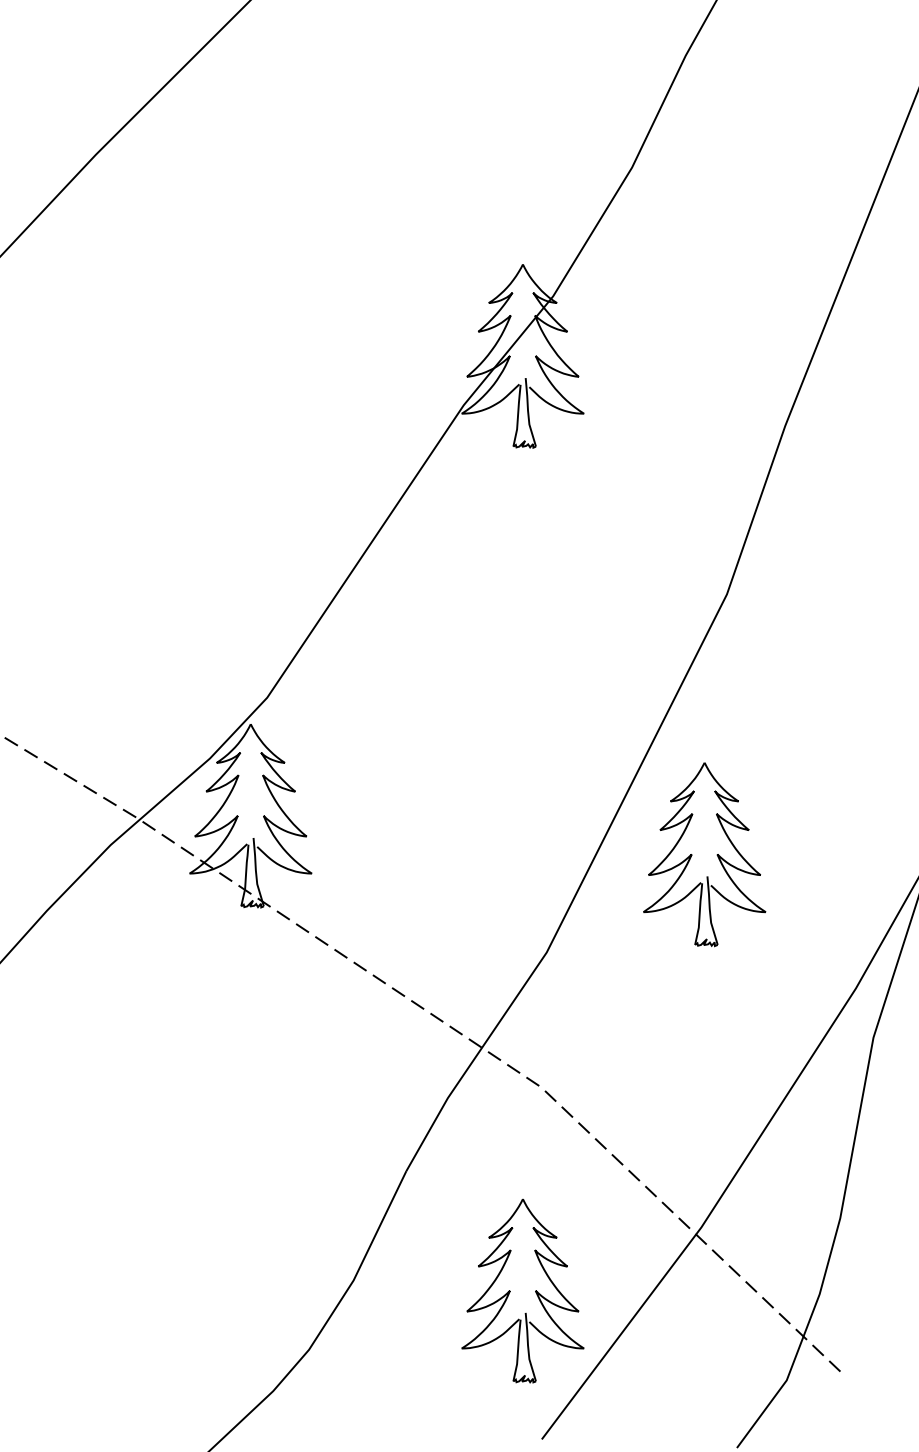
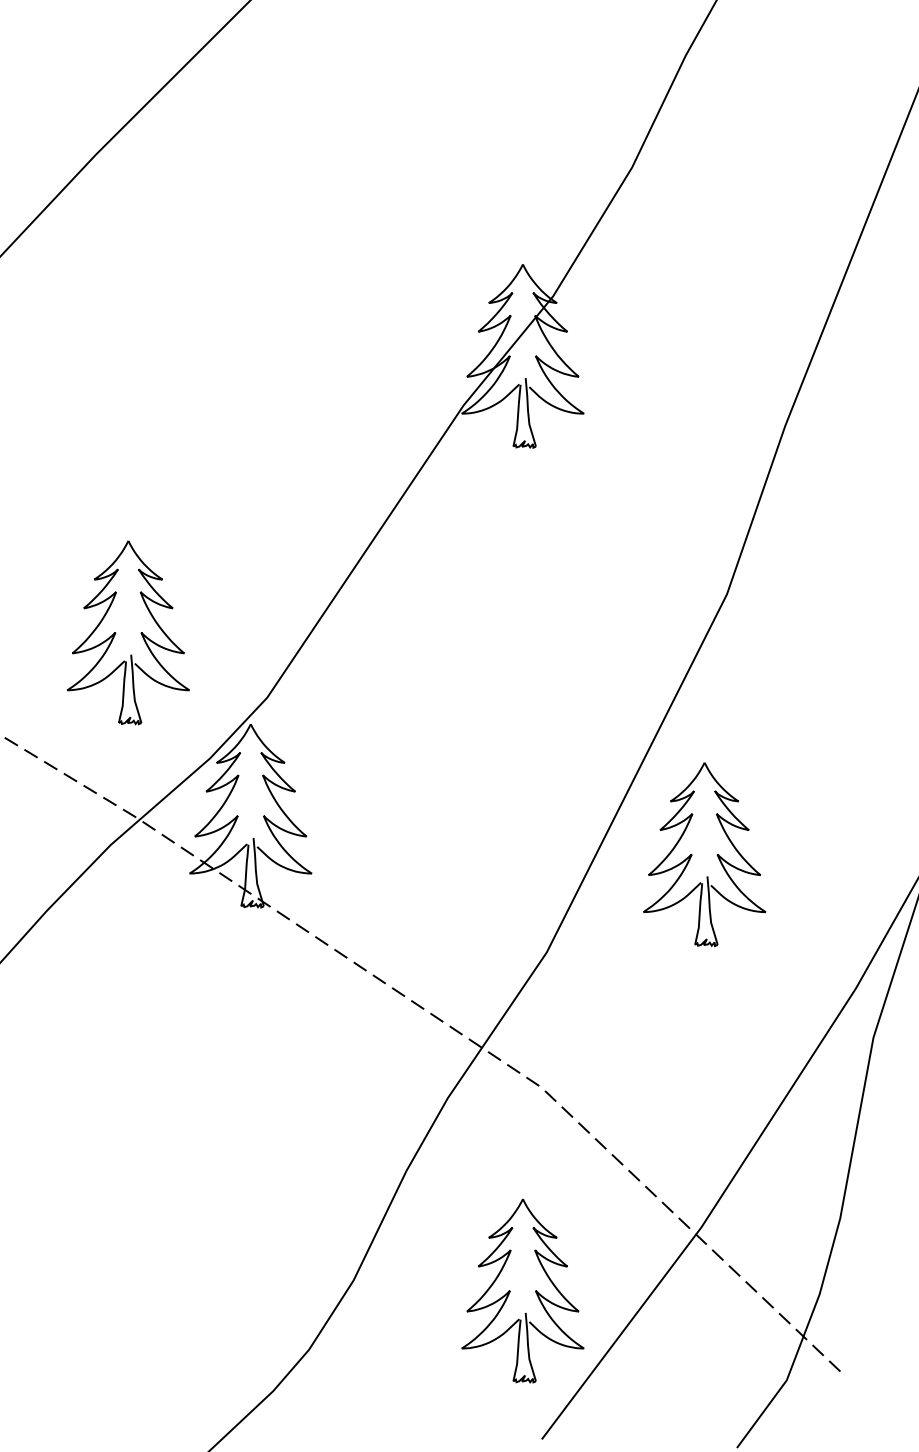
part at (116, 633): none -> present
